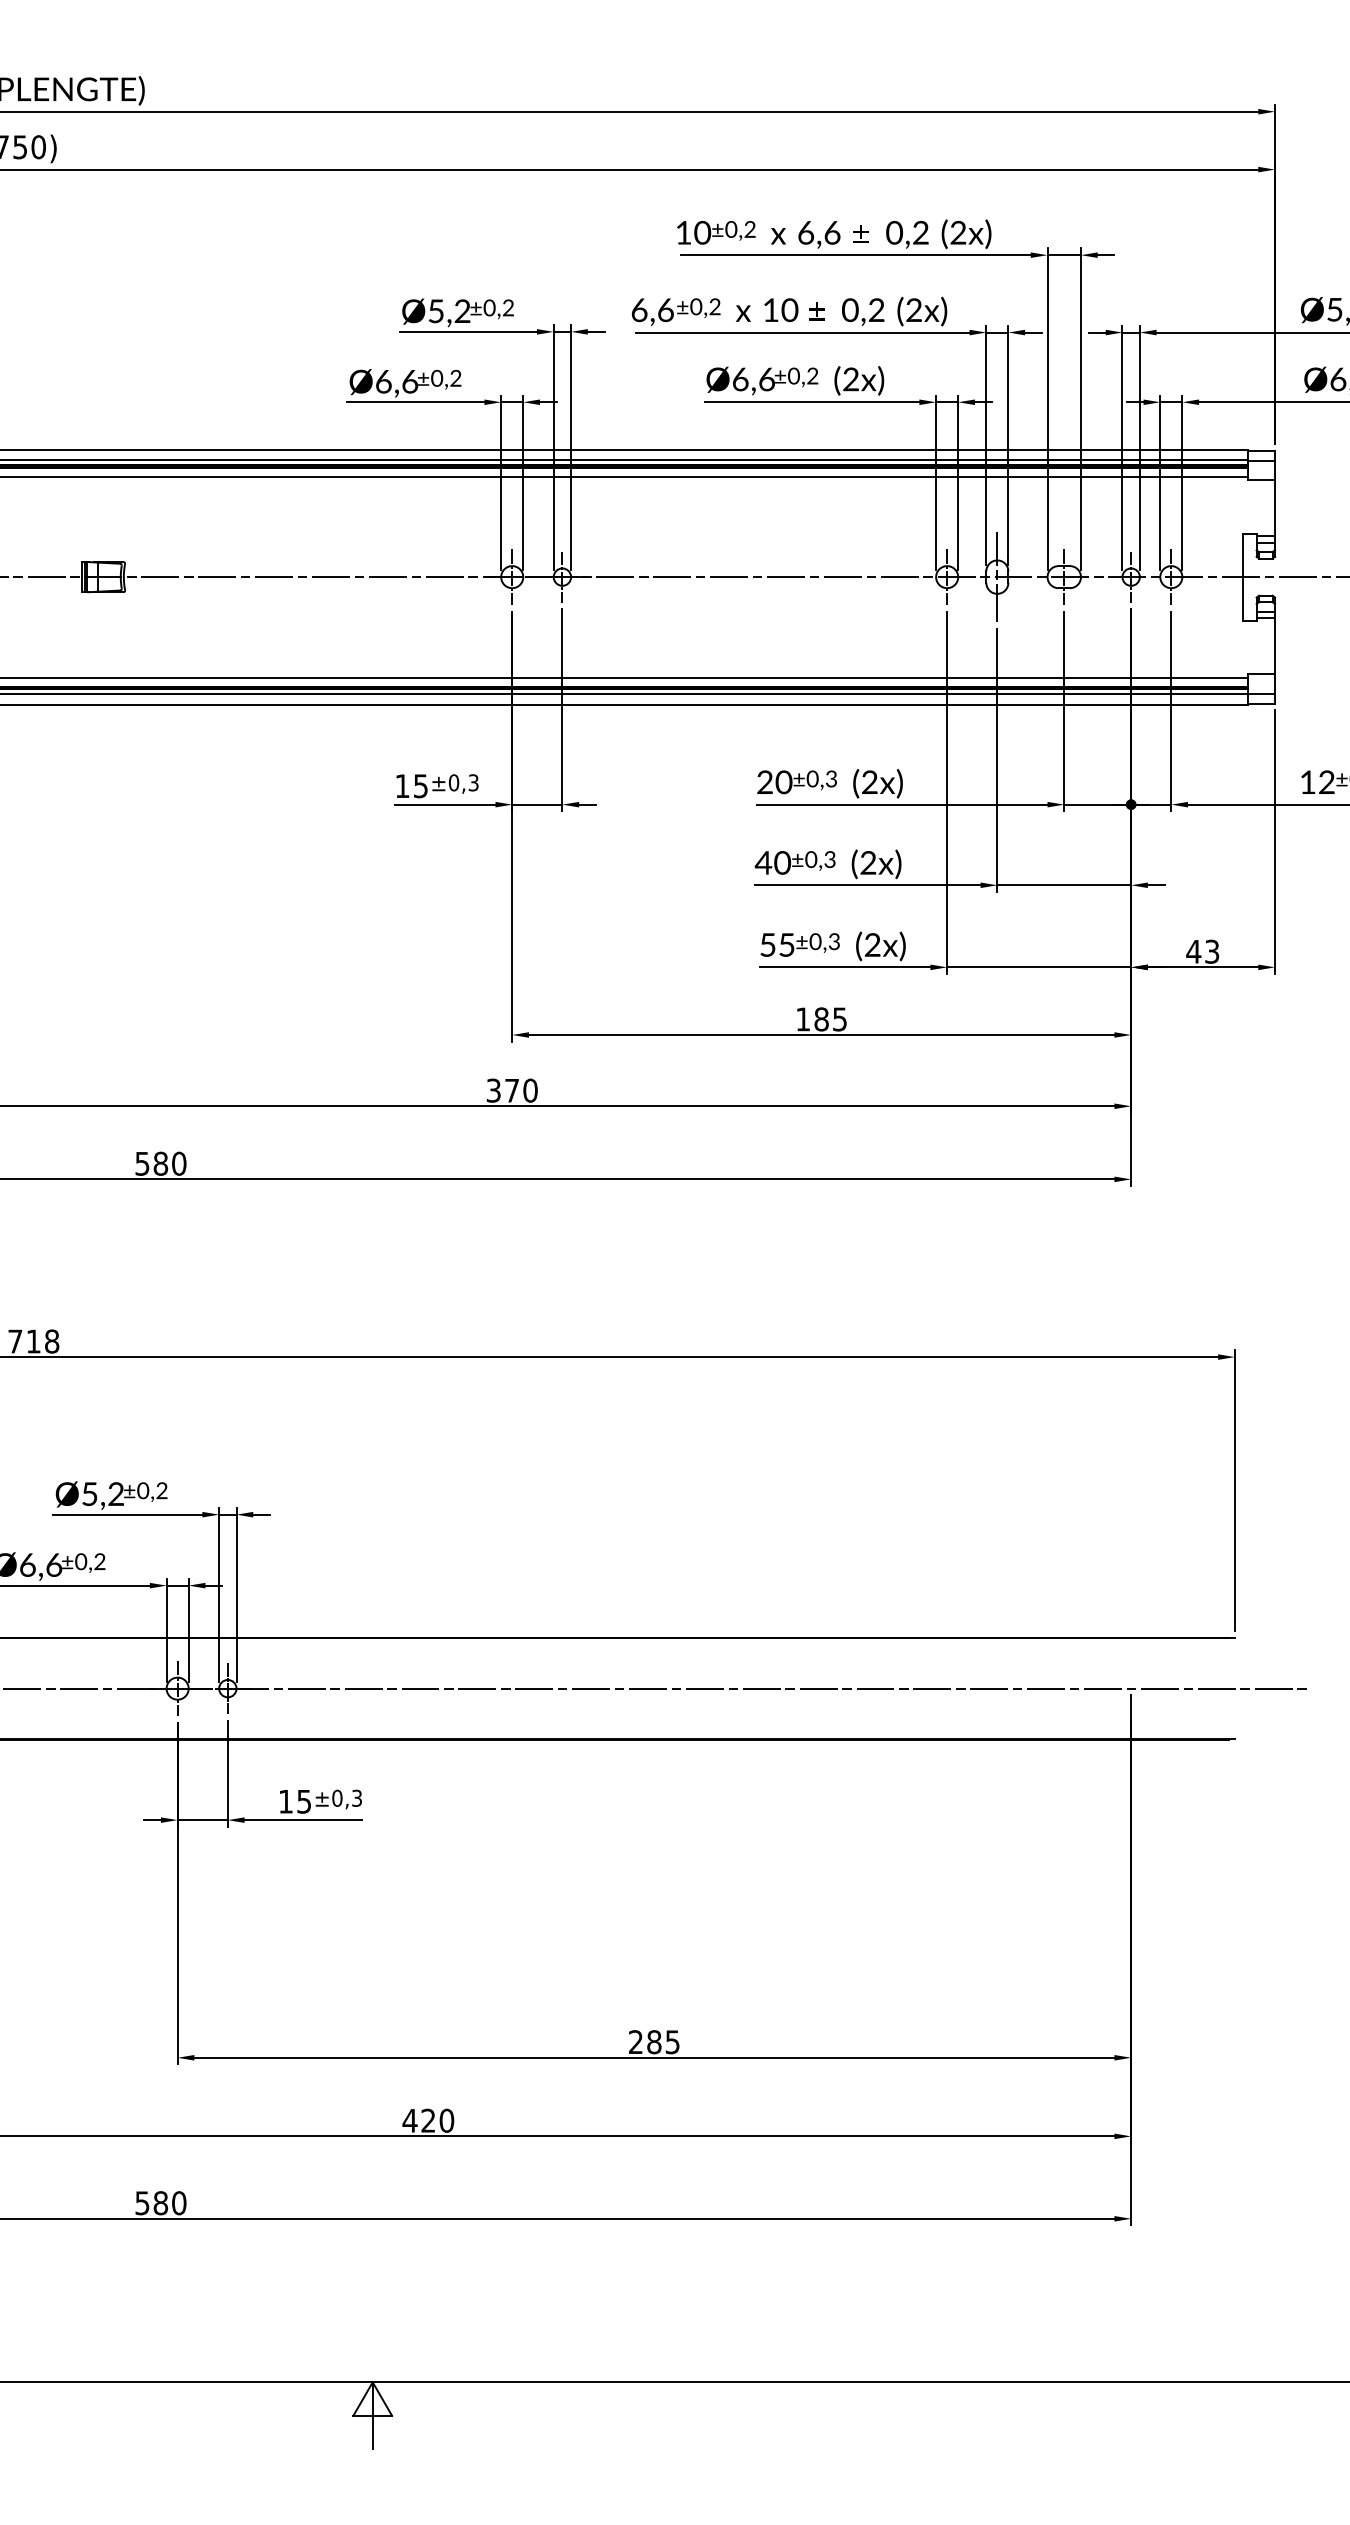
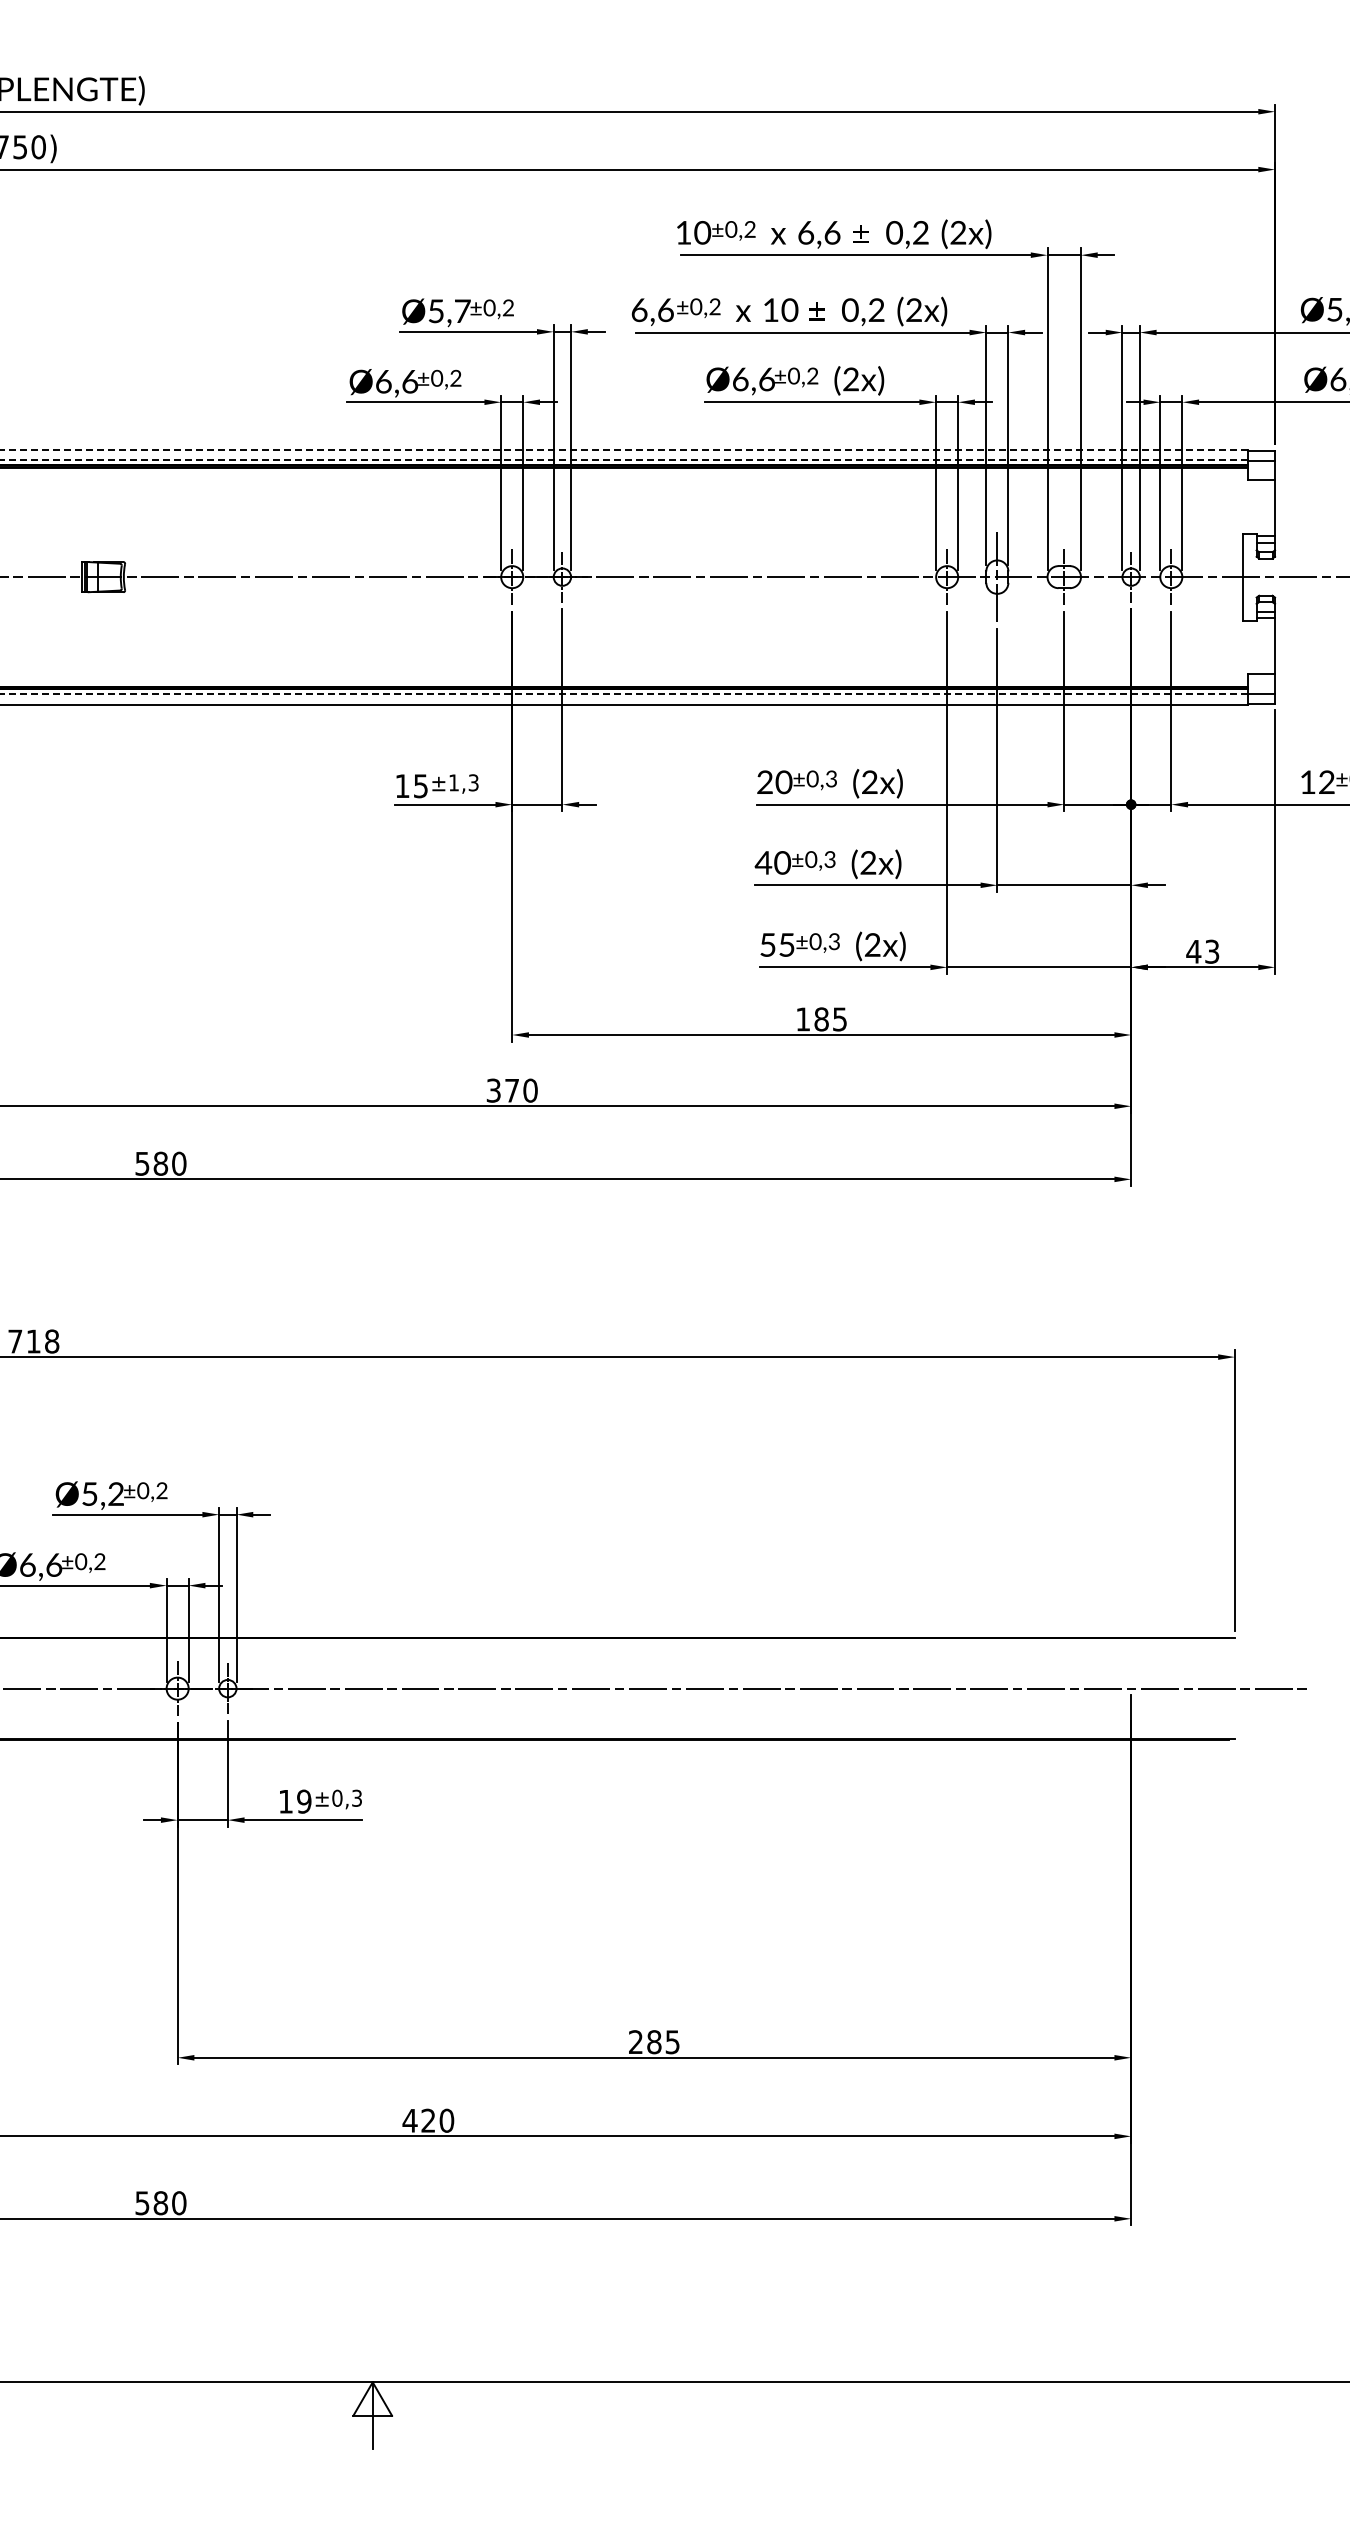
text at (462, 310): Ø5,2 -> Ø5,7
line at (624, 449): solid -> dashed
line at (624, 459): solid -> dashed
line at (625, 476): present -> none
line at (625, 677): present -> none
line at (624, 694): solid -> dashed
text at (453, 782): ±0,3 -> ±1,3
text at (304, 1801): 15 -> 19
